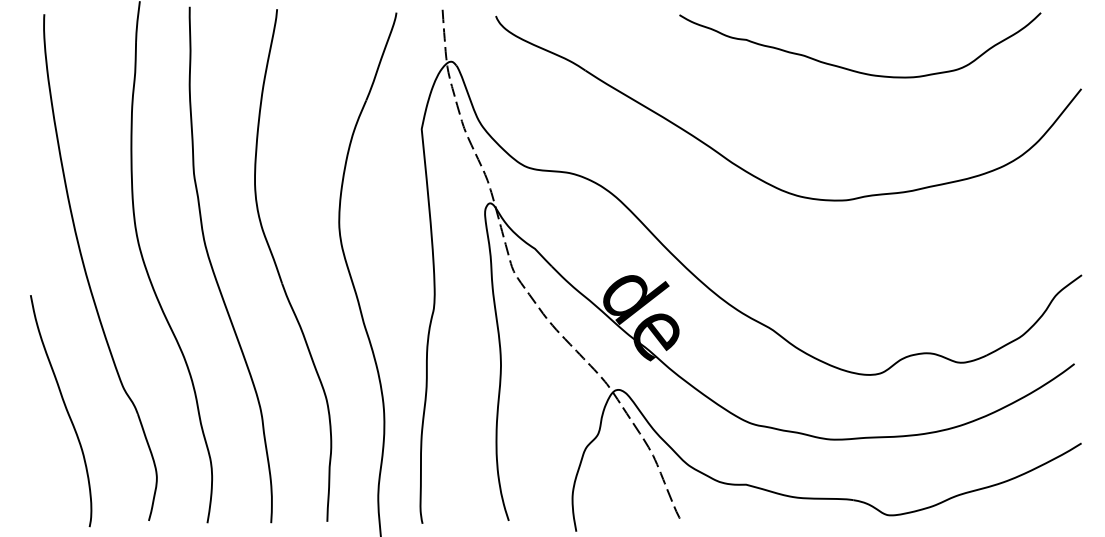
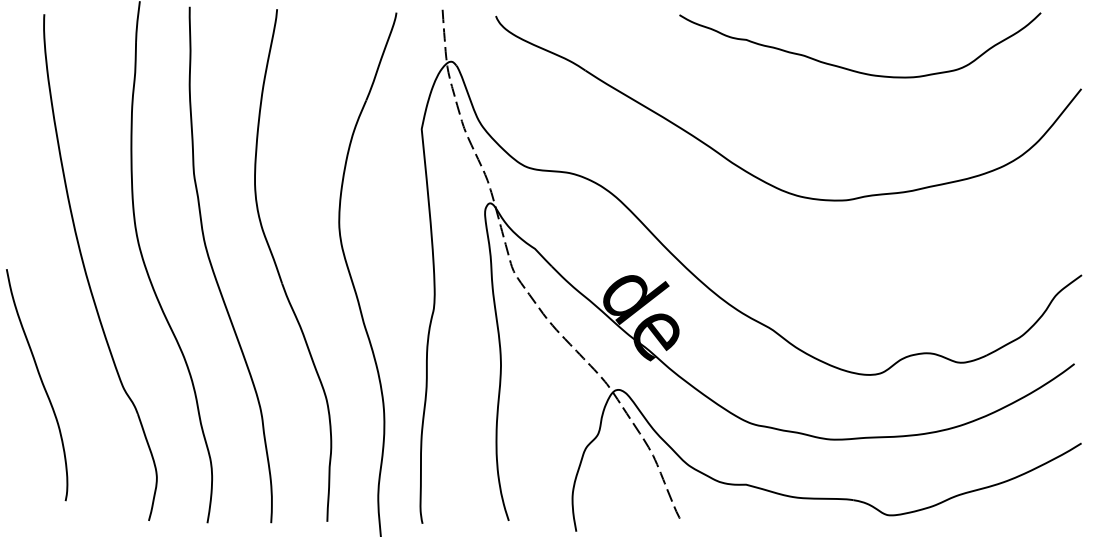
curve at (65, 409) position: (65, 409) -> (41, 383)
